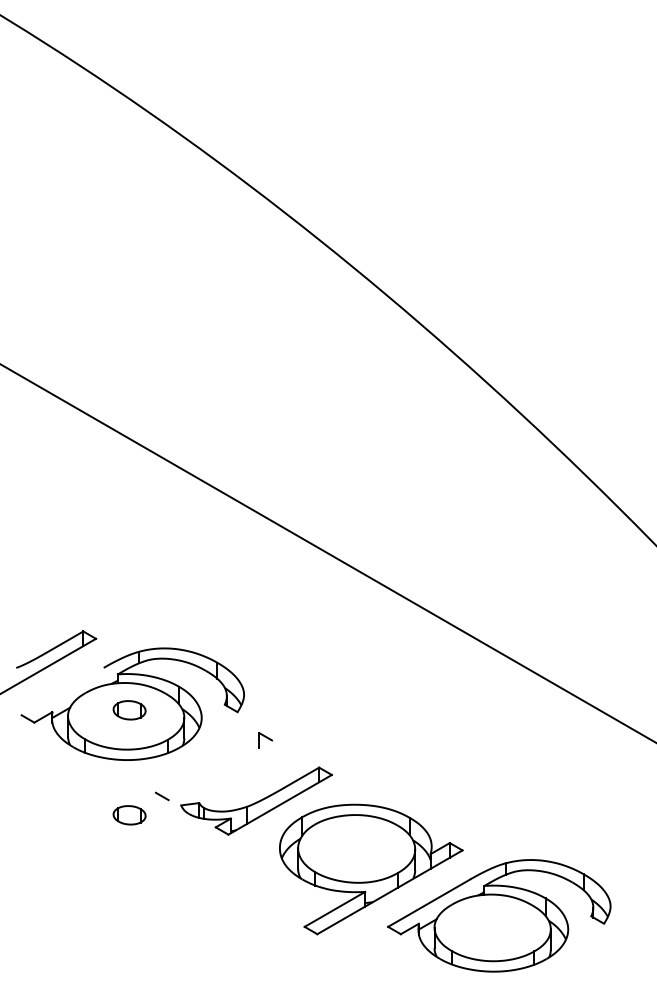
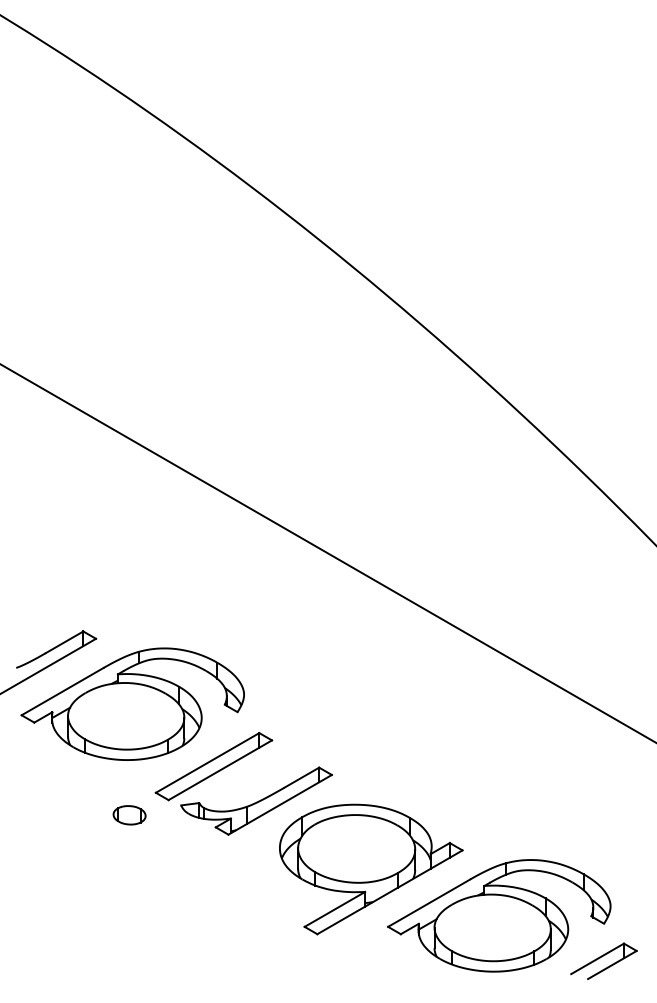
line at (62, 691): none -> present
part at (129, 710): present -> none
line at (207, 762): none -> present
line at (220, 770): none -> present
part at (603, 961): none -> present
